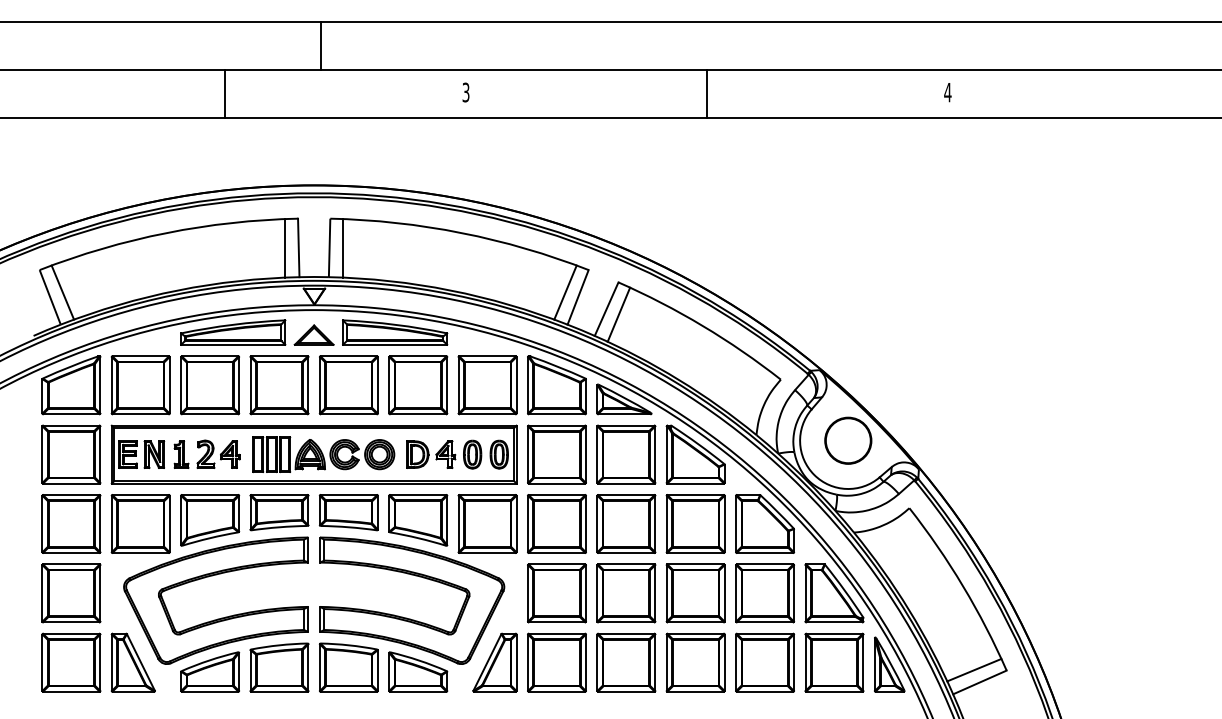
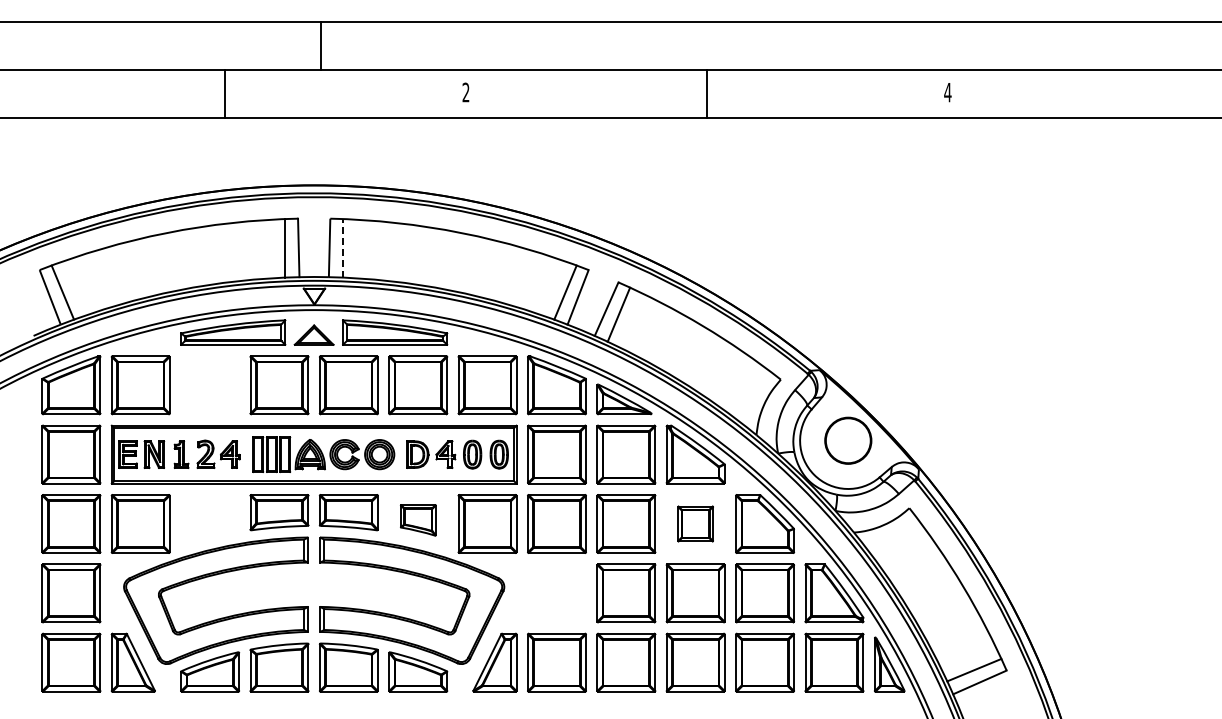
text at (465, 92): 3 -> 2
line at (343, 247): solid -> dashed
part at (210, 385): present -> none
part at (210, 520): present -> none
part at (418, 520) size: 61x53 px -> 38x33 px
part at (695, 523) size: 61x60 px -> 37x38 px
part at (556, 593): present -> none
